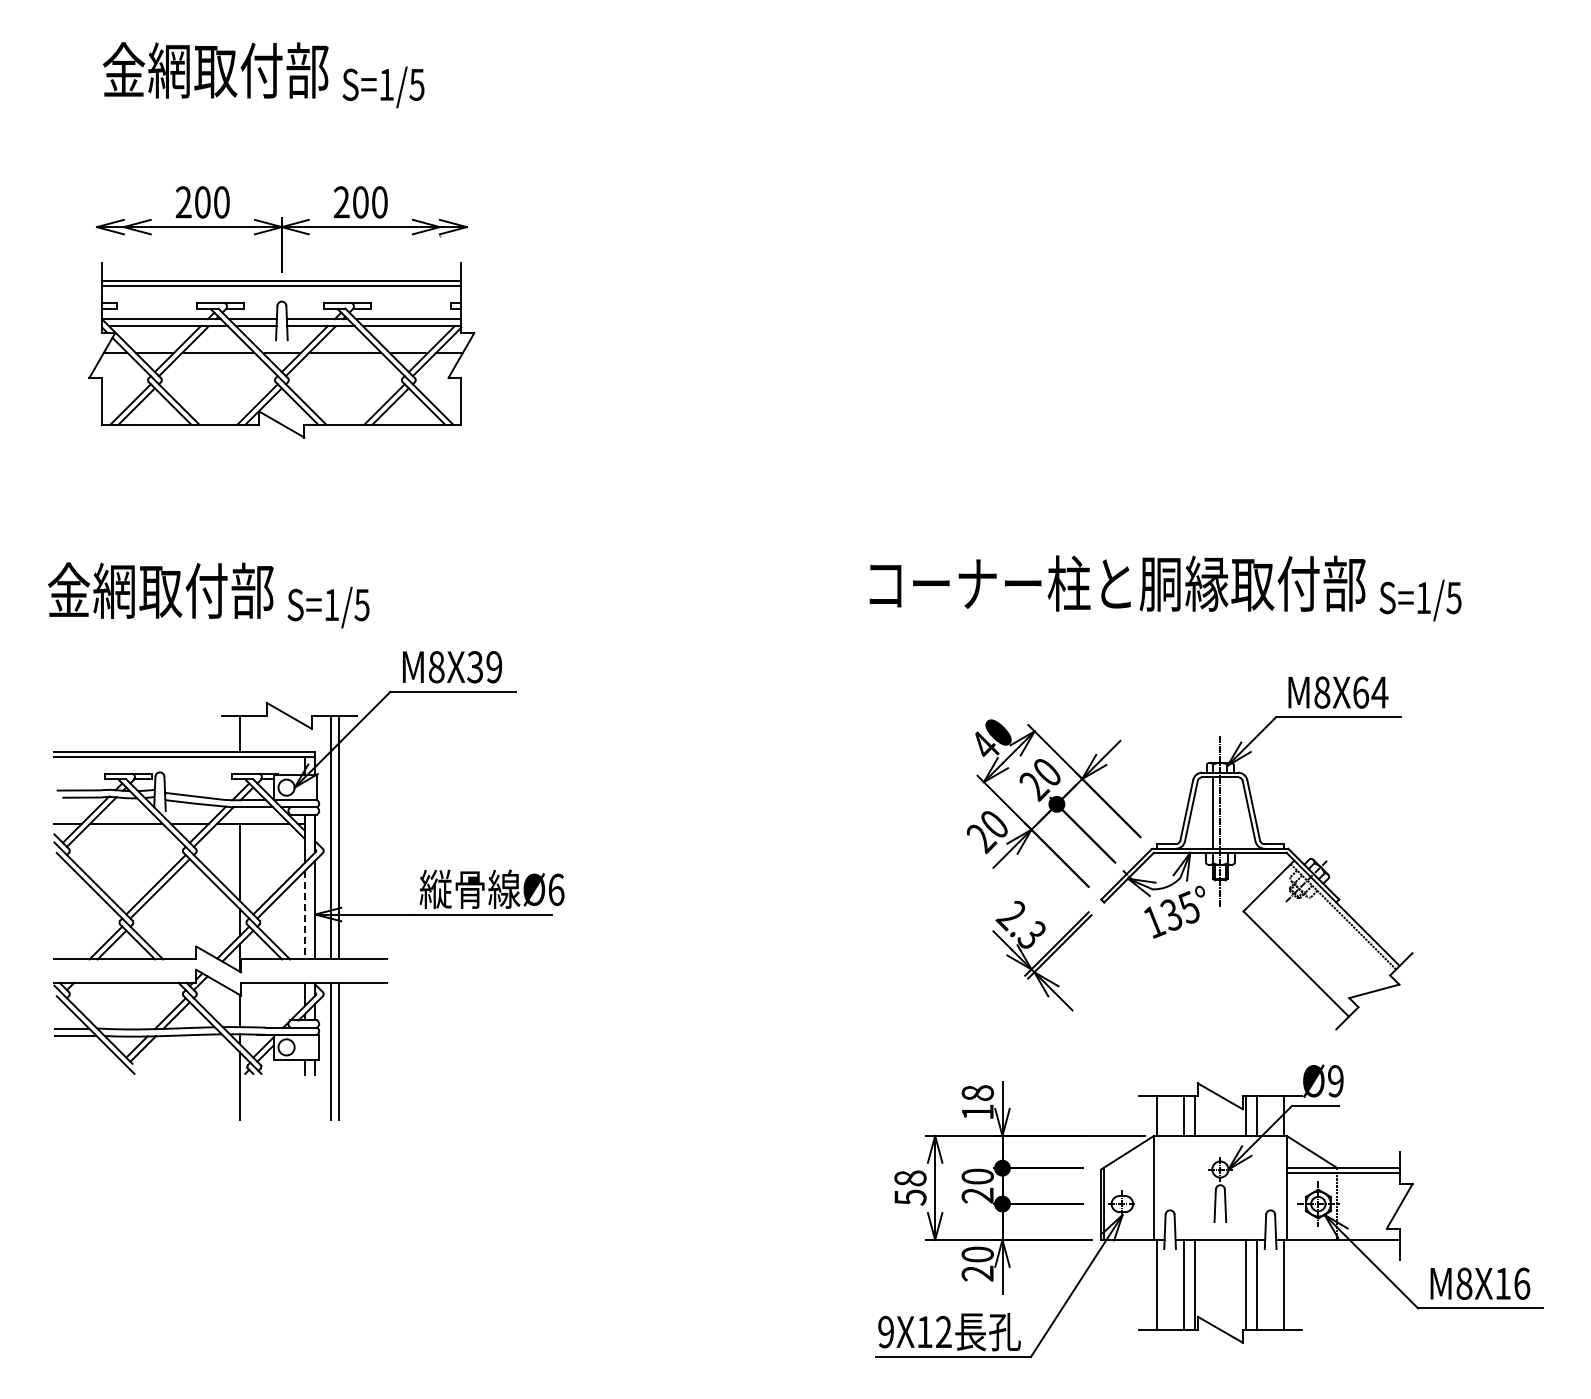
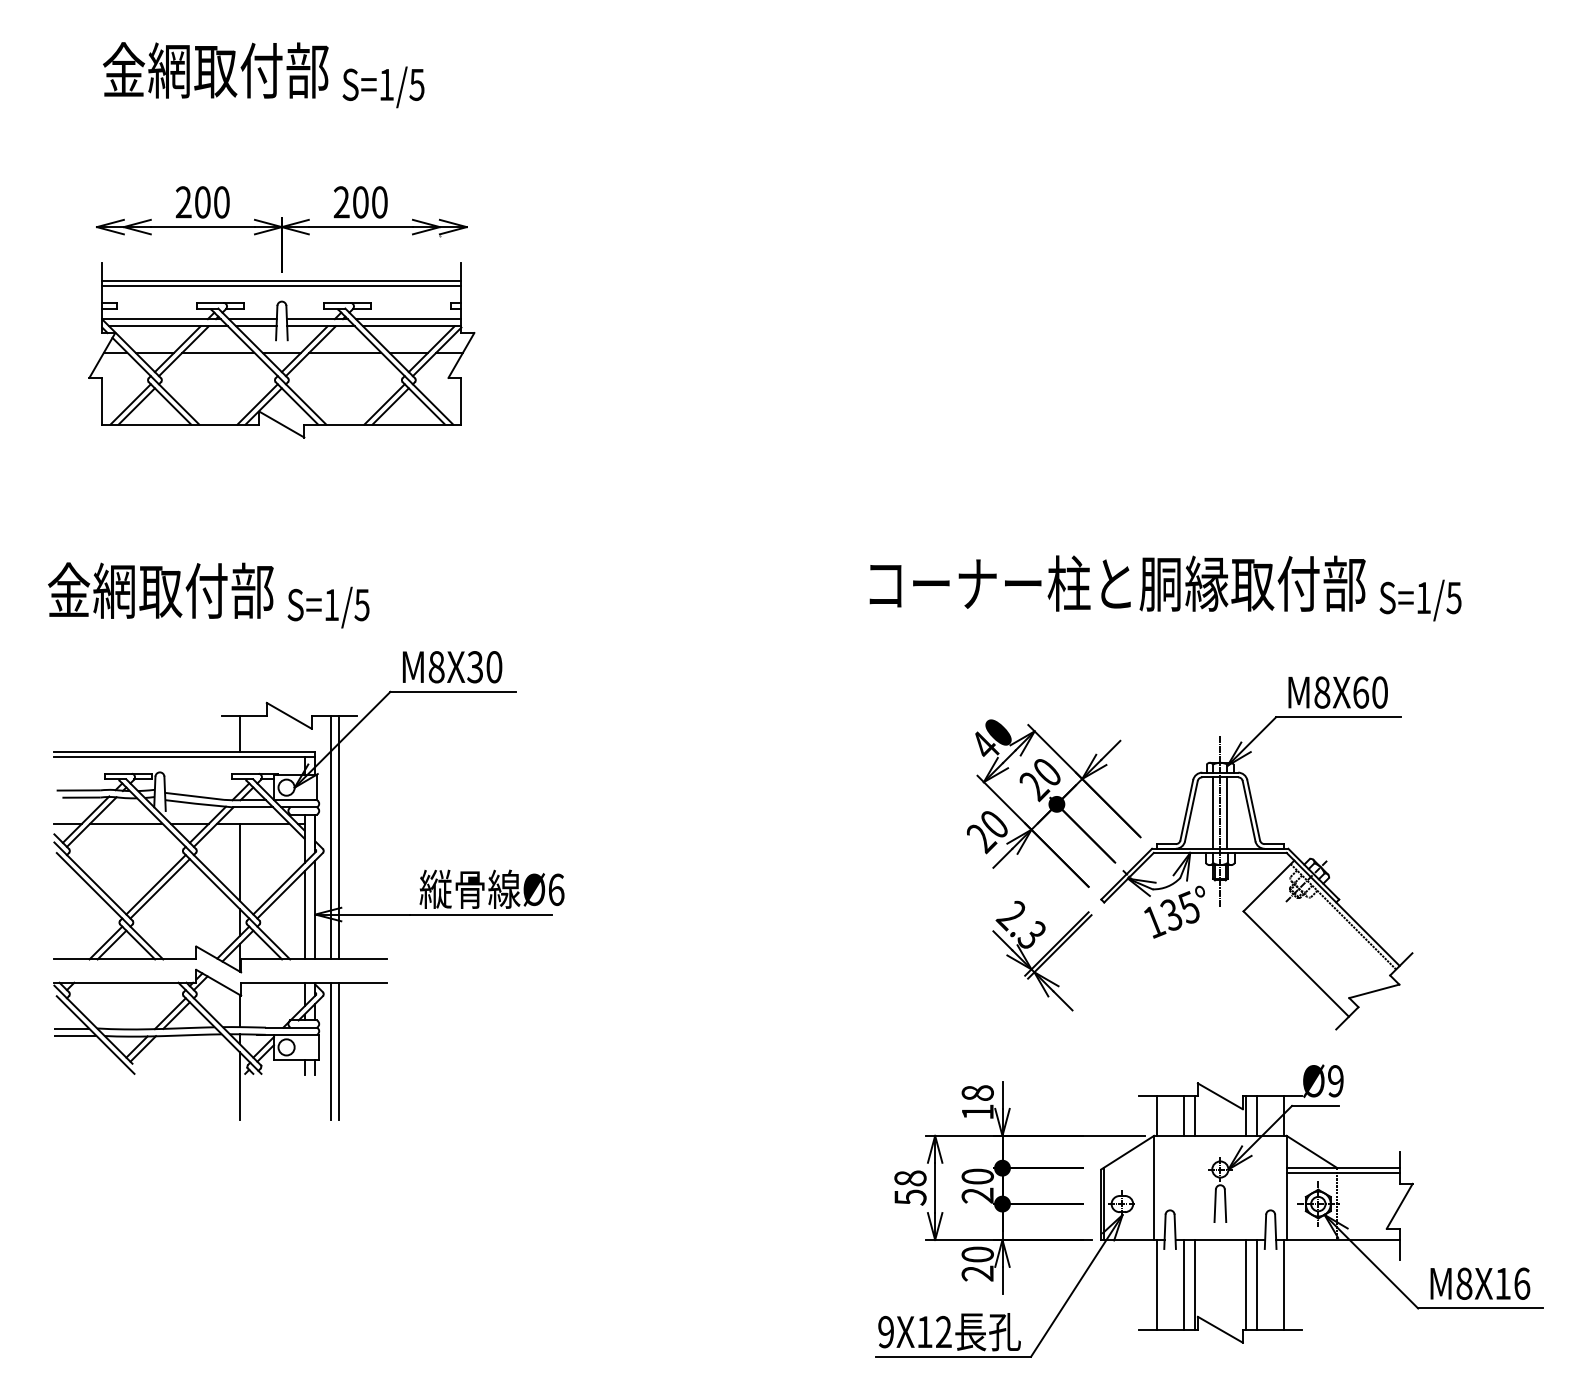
text at (494, 667): M8X39 -> M8X30
text at (1379, 692): M8X64 -> M8X60
line at (1227, 812): none -> present
line at (304, 915): dashed -> solid
